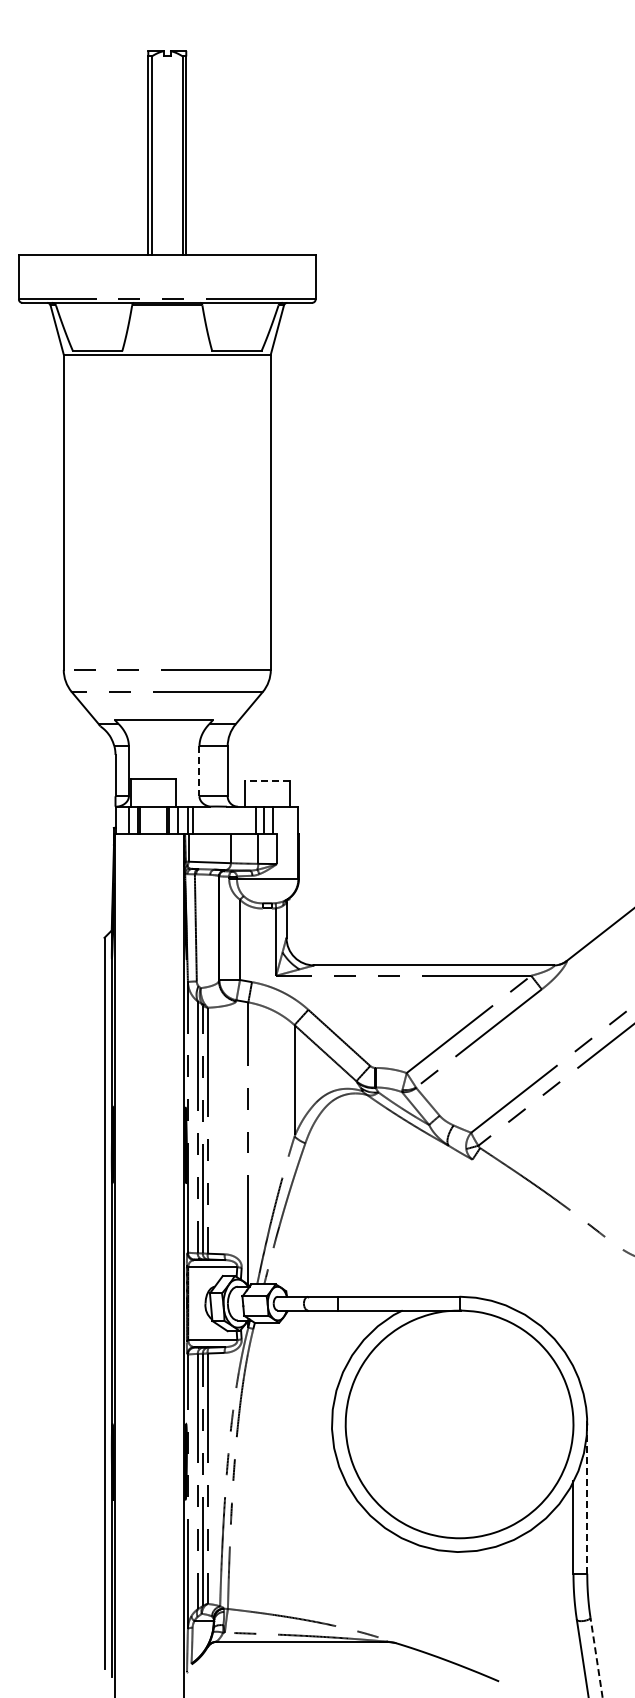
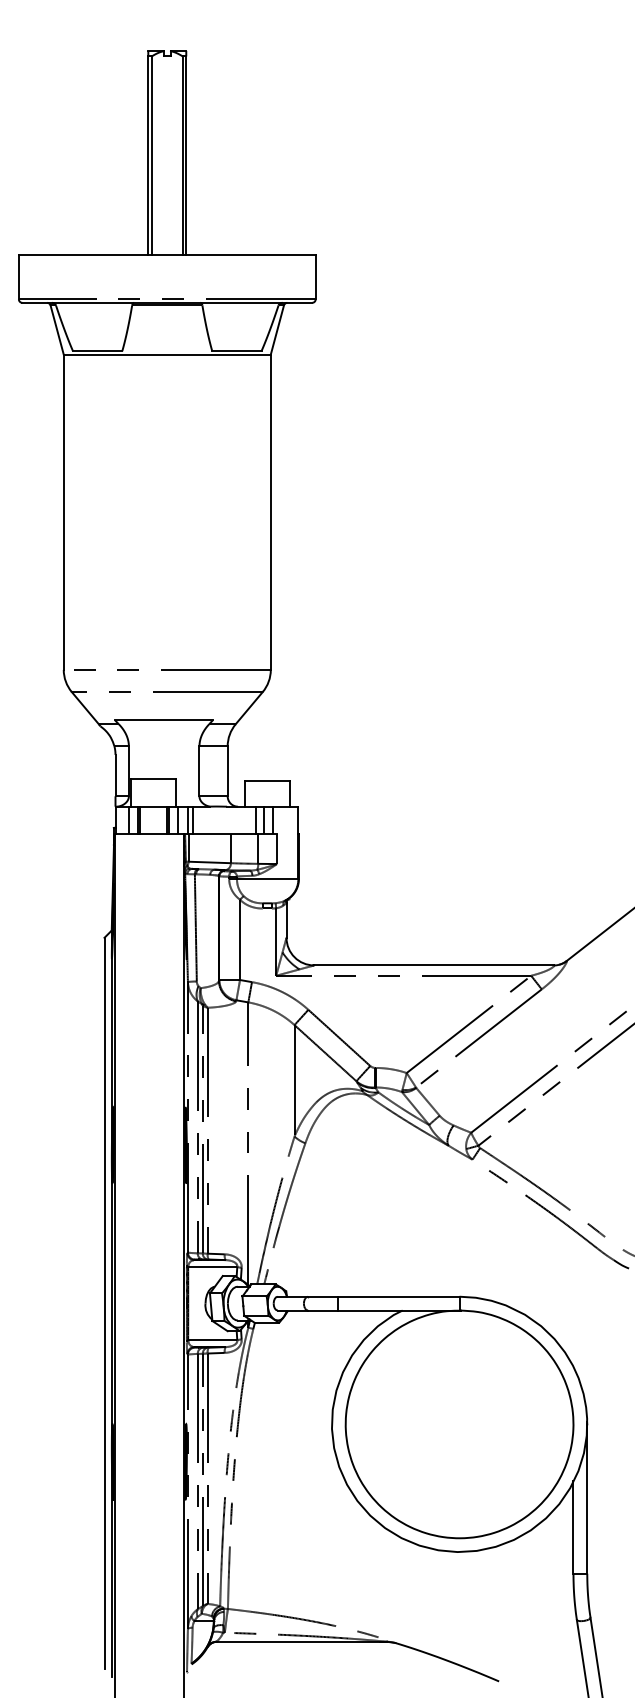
line at (199, 771): dashed -> solid
line at (266, 780): dashed -> solid
part at (559, 1219): none -> present
line at (587, 1499): dashed -> solid
line at (596, 1657): dashed -> solid
